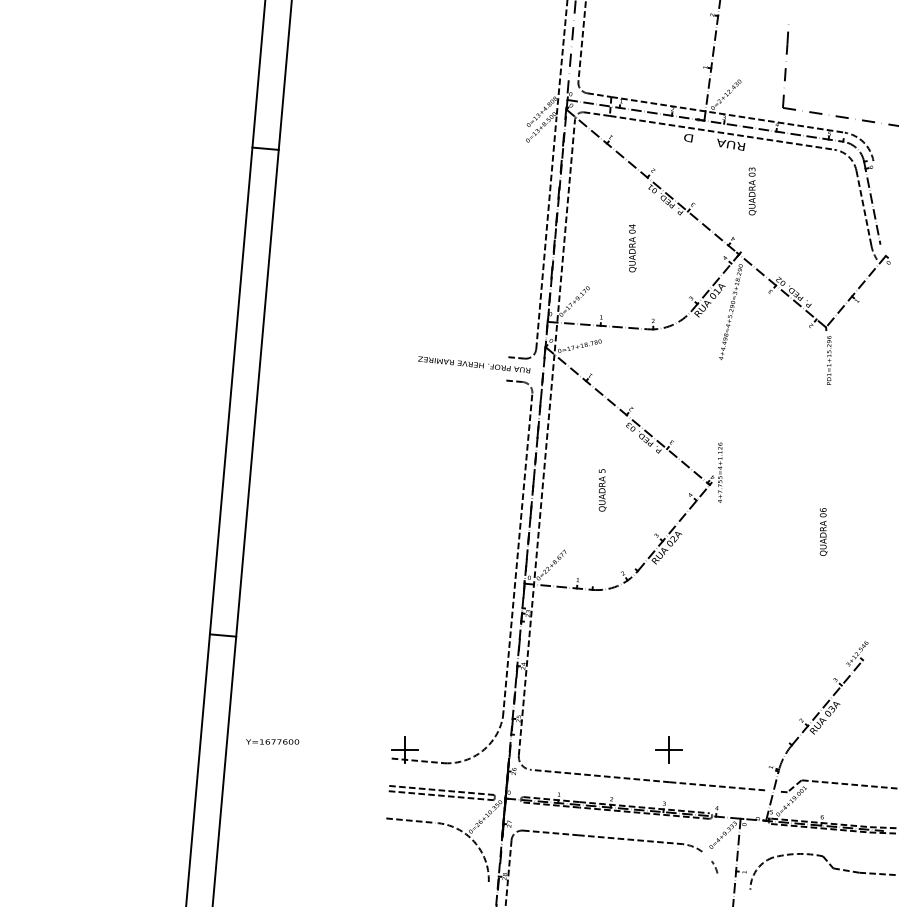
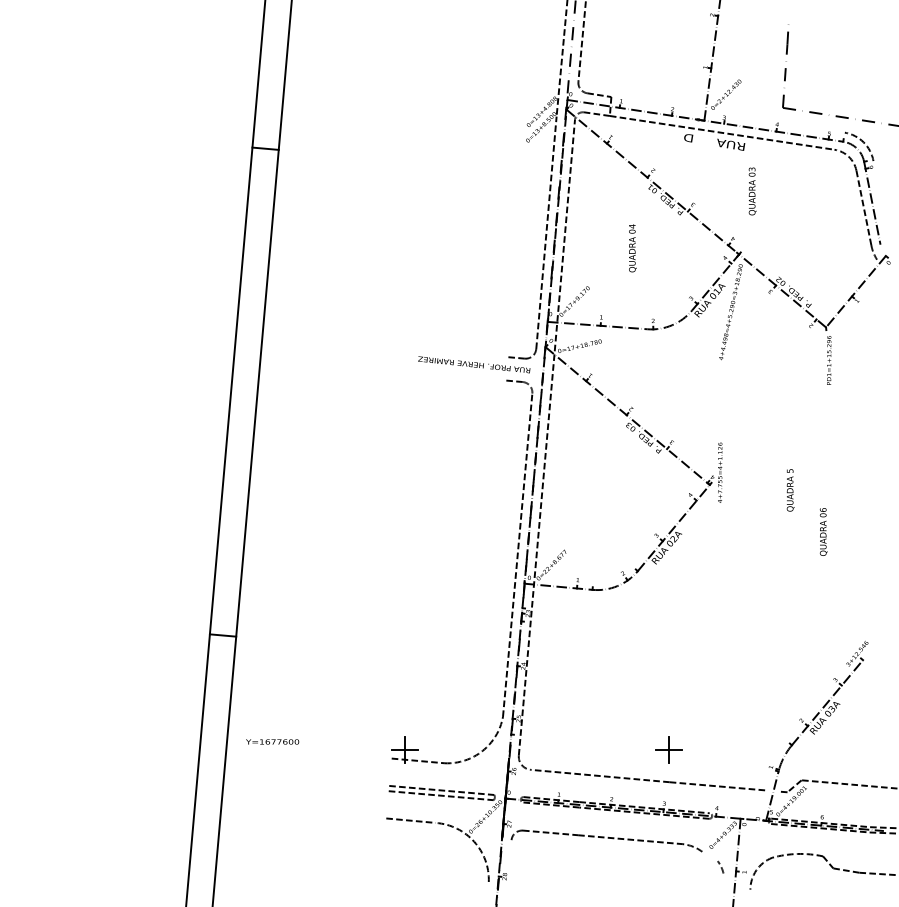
line at (727, 114): present -> none
text at (602, 490) position: (602, 490) -> (790, 490)
arc at (714, 867) position: (714, 867) -> (720, 867)
line at (508, 871): present -> none
